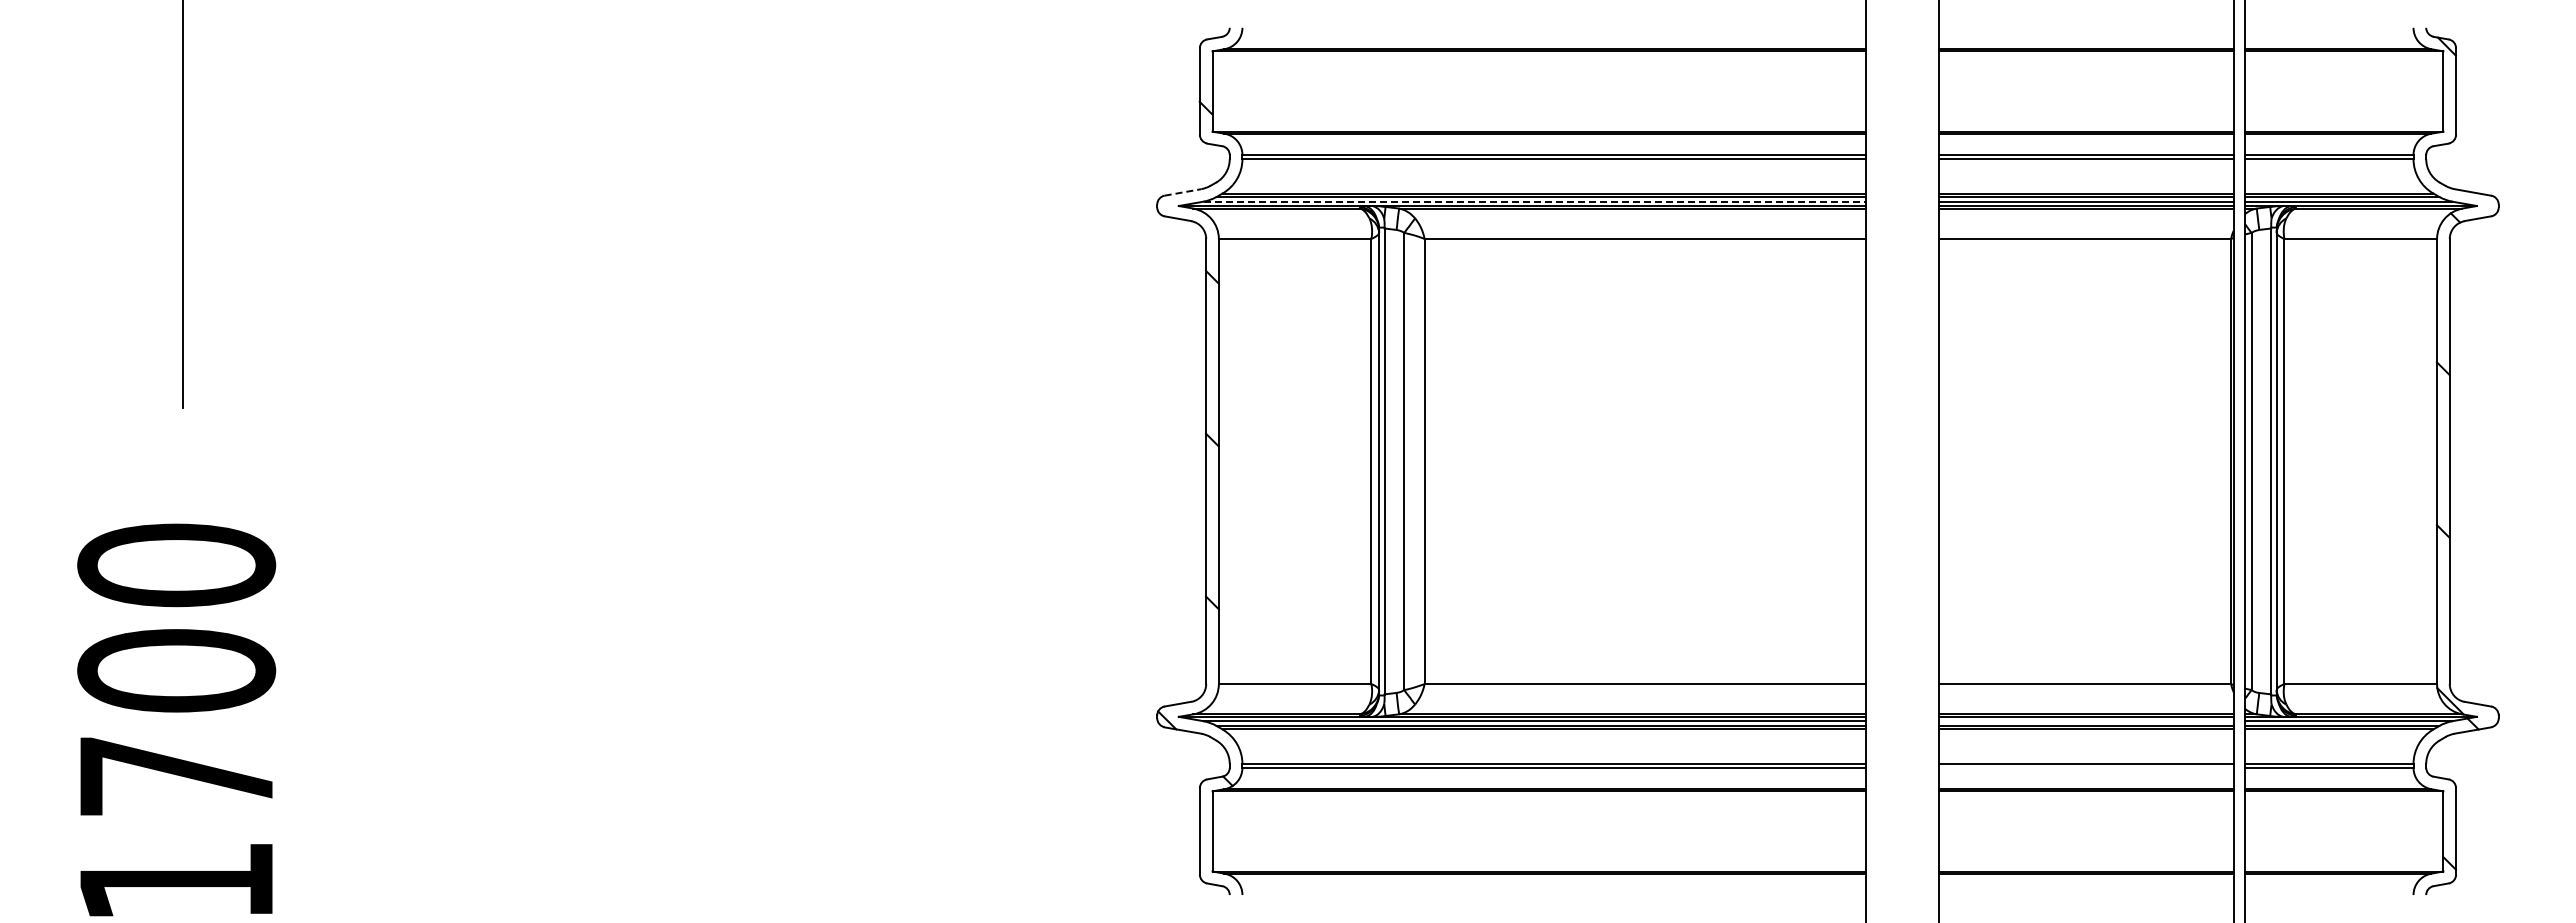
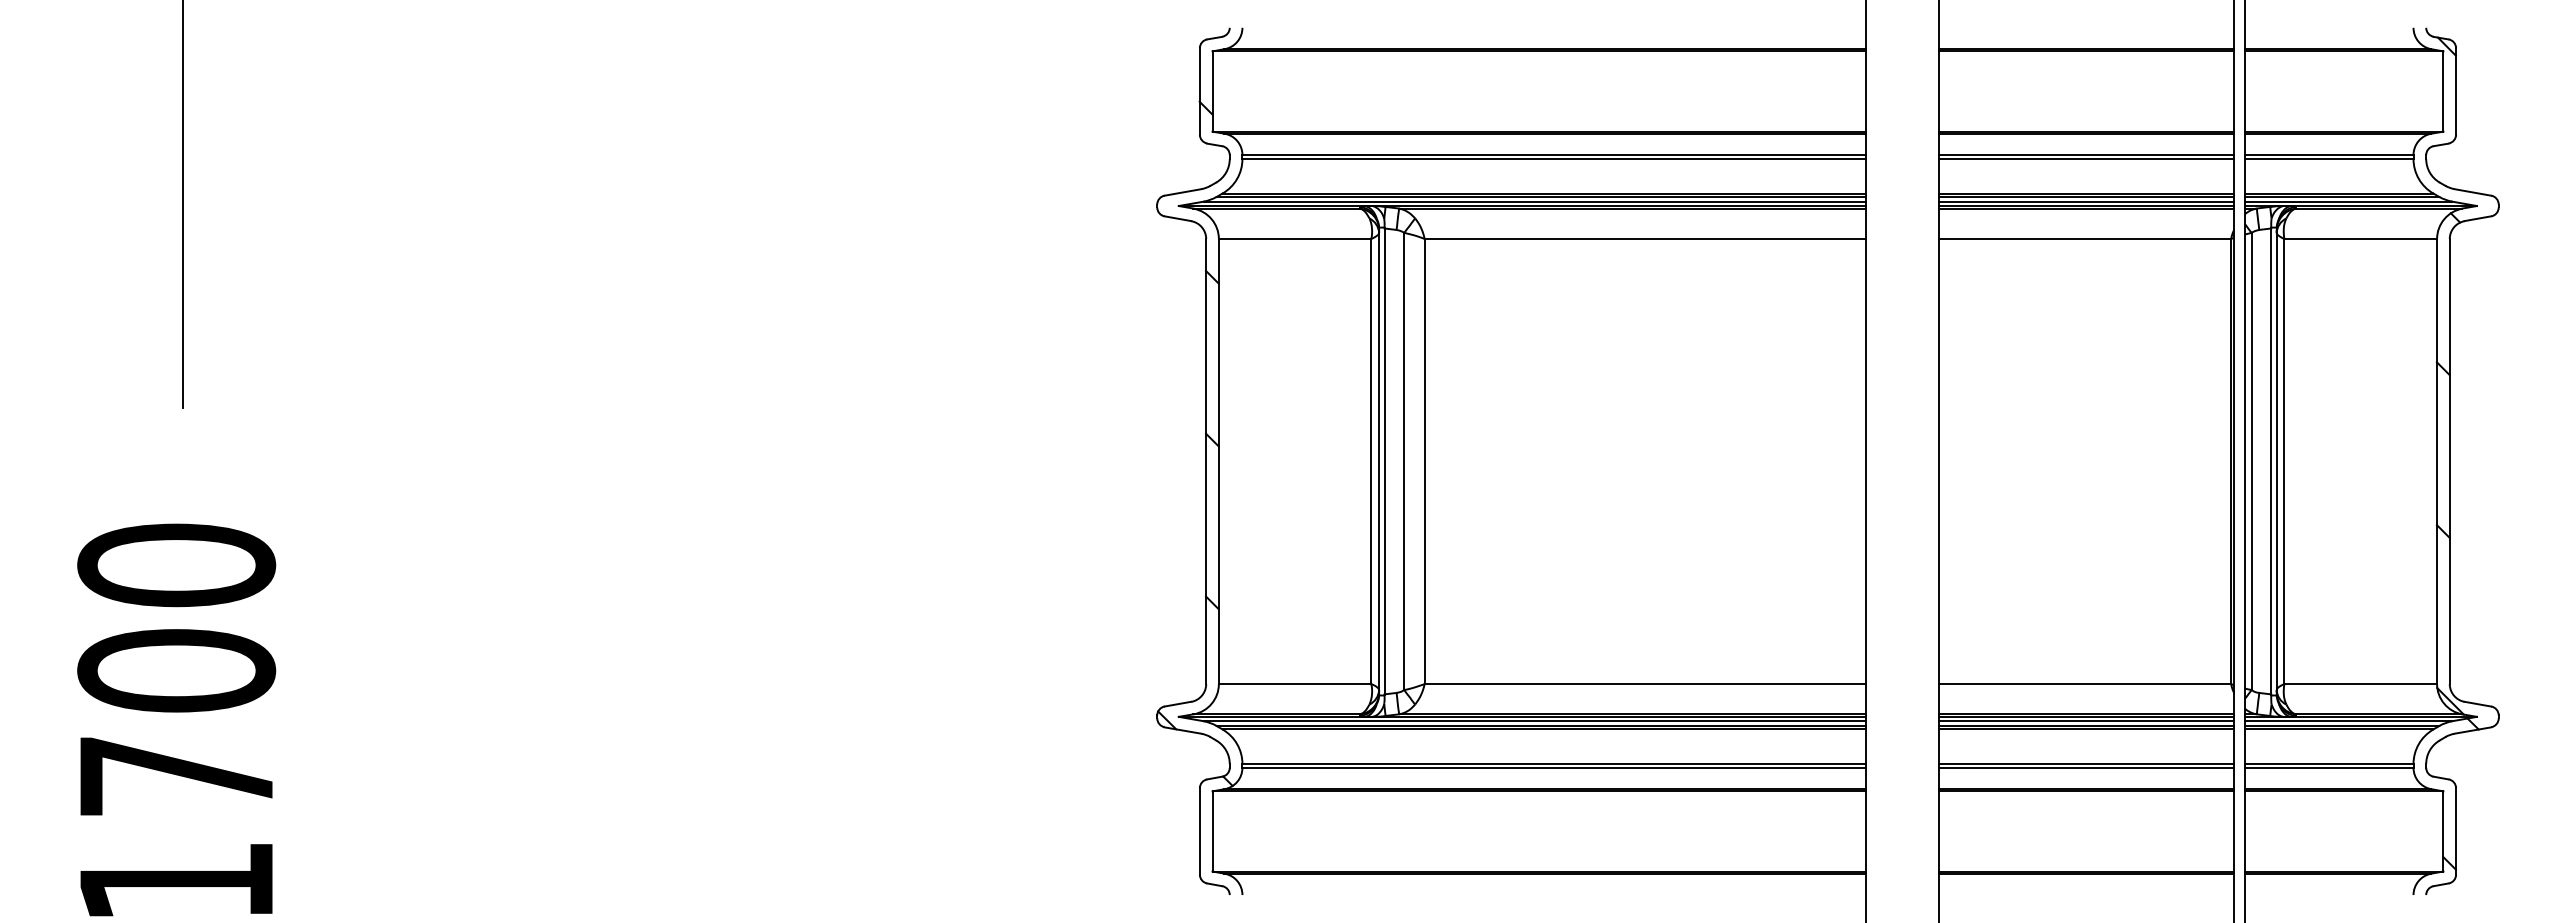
line at (1183, 192): dashed -> solid
line at (1535, 201): dashed -> solid
line at (2086, 721): none -> present
line at (2086, 767): none -> present
